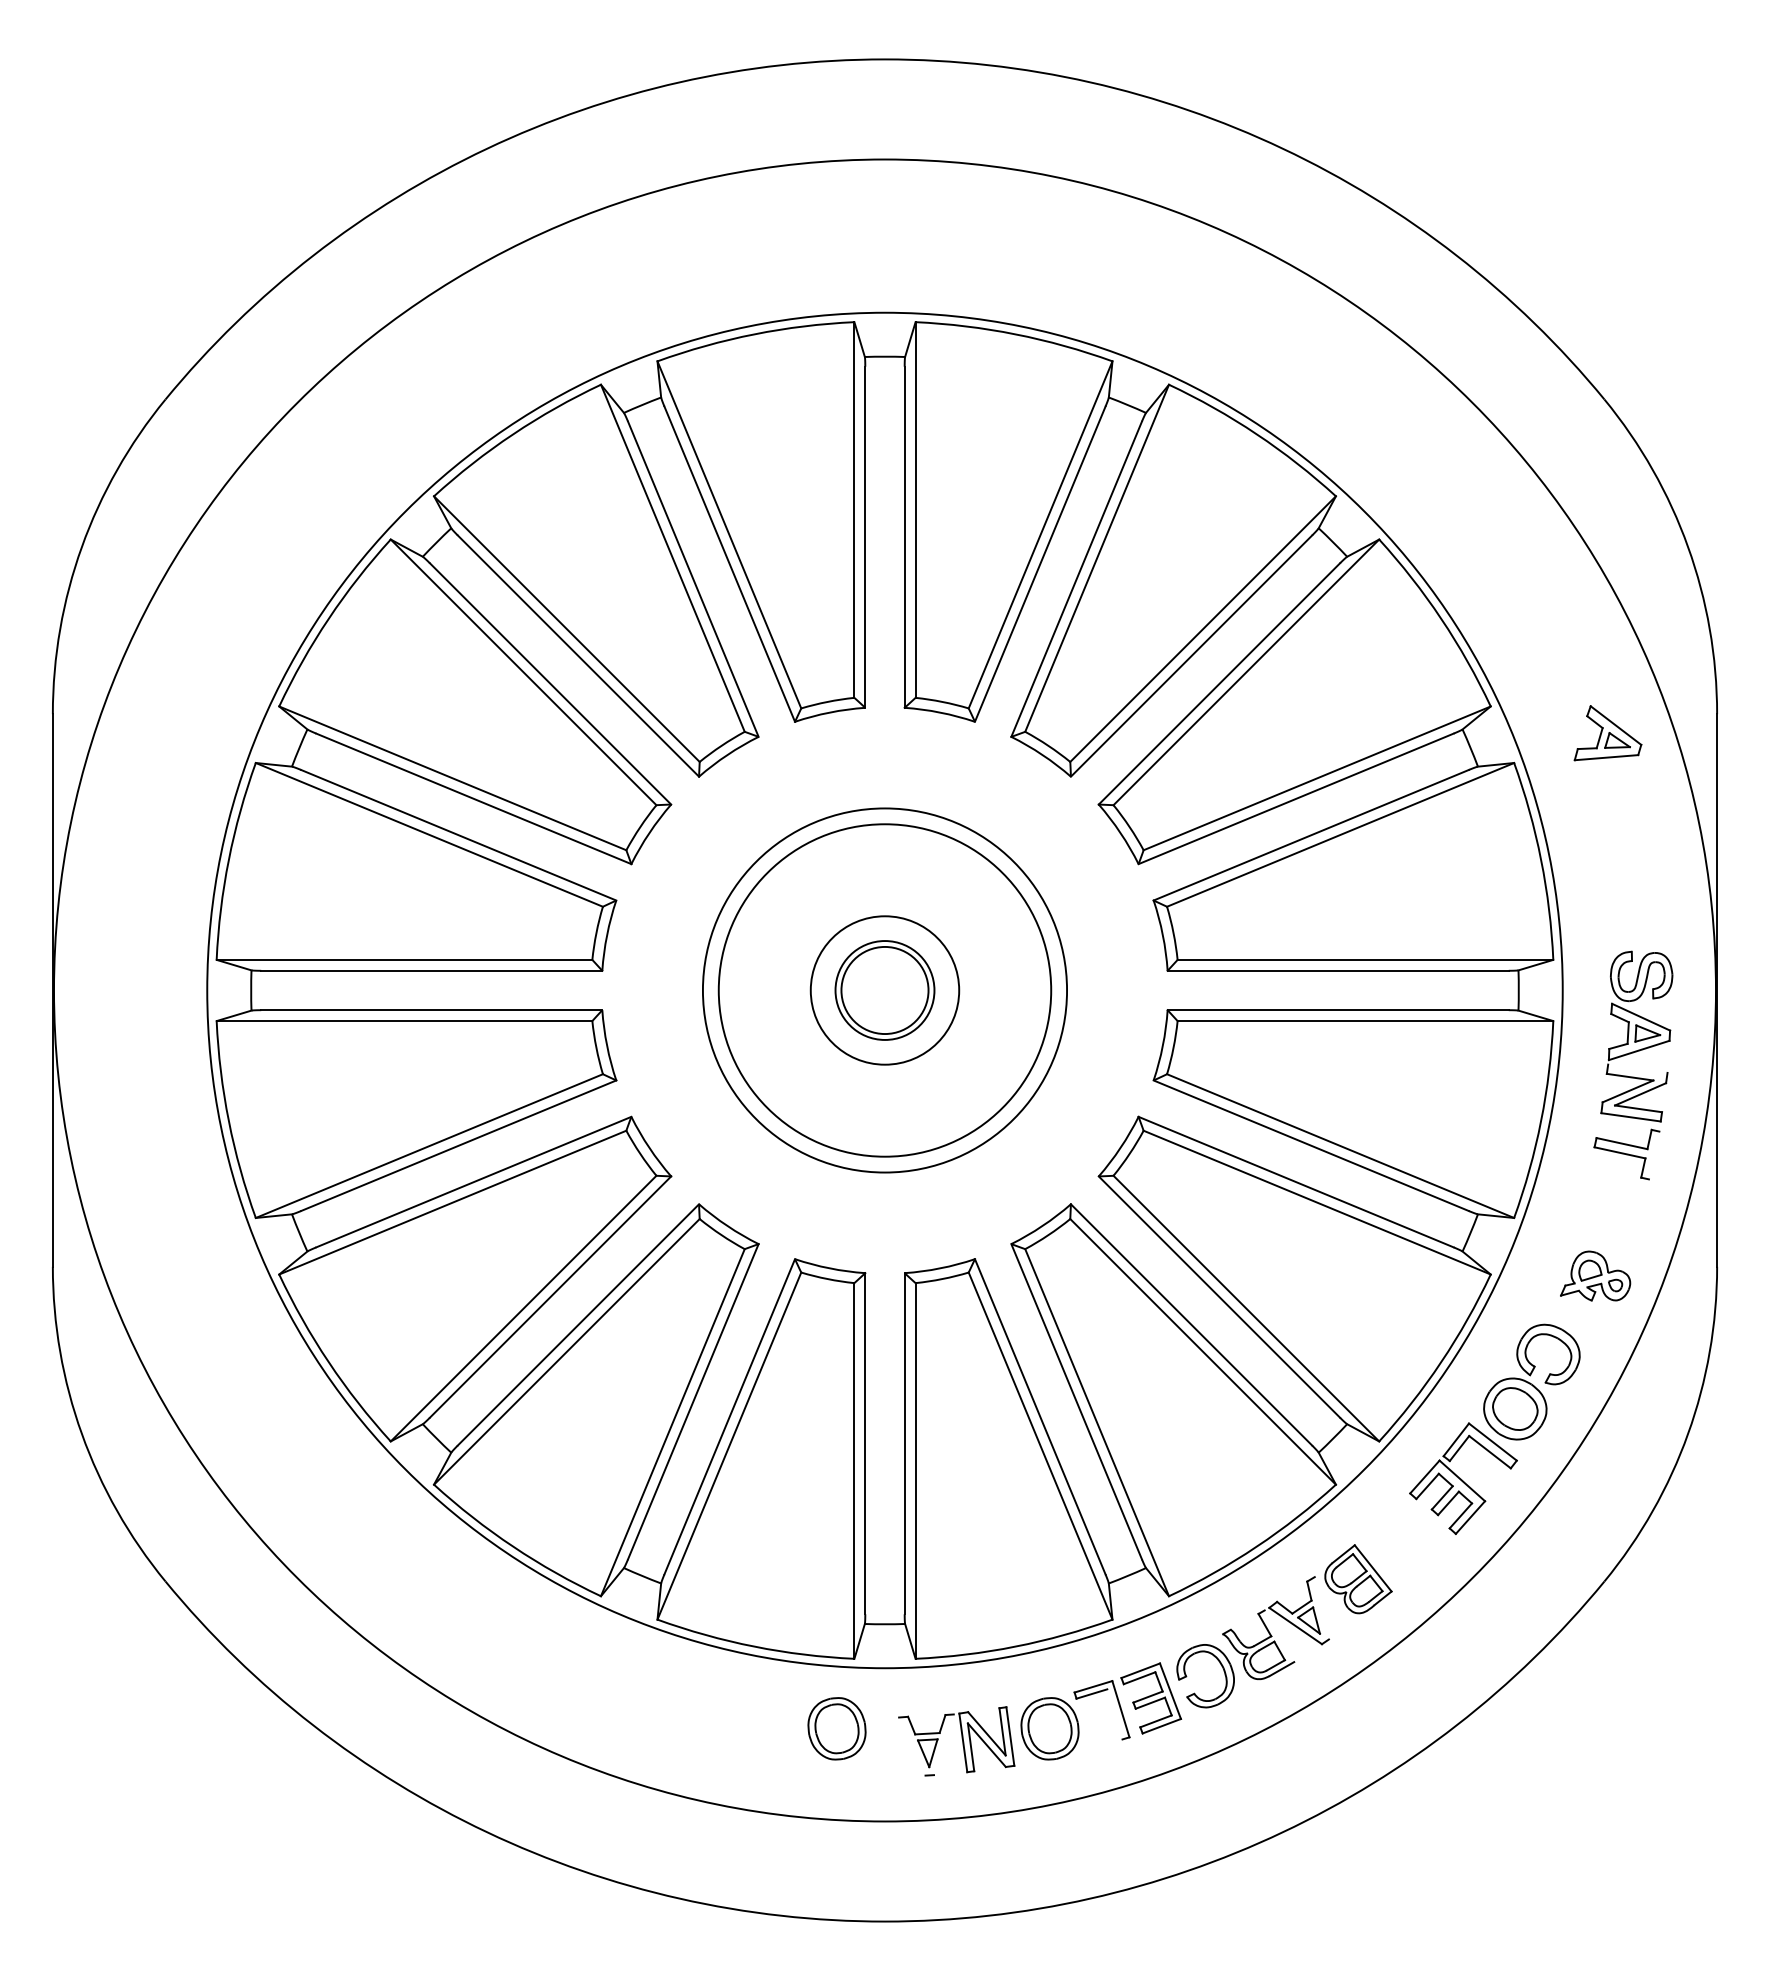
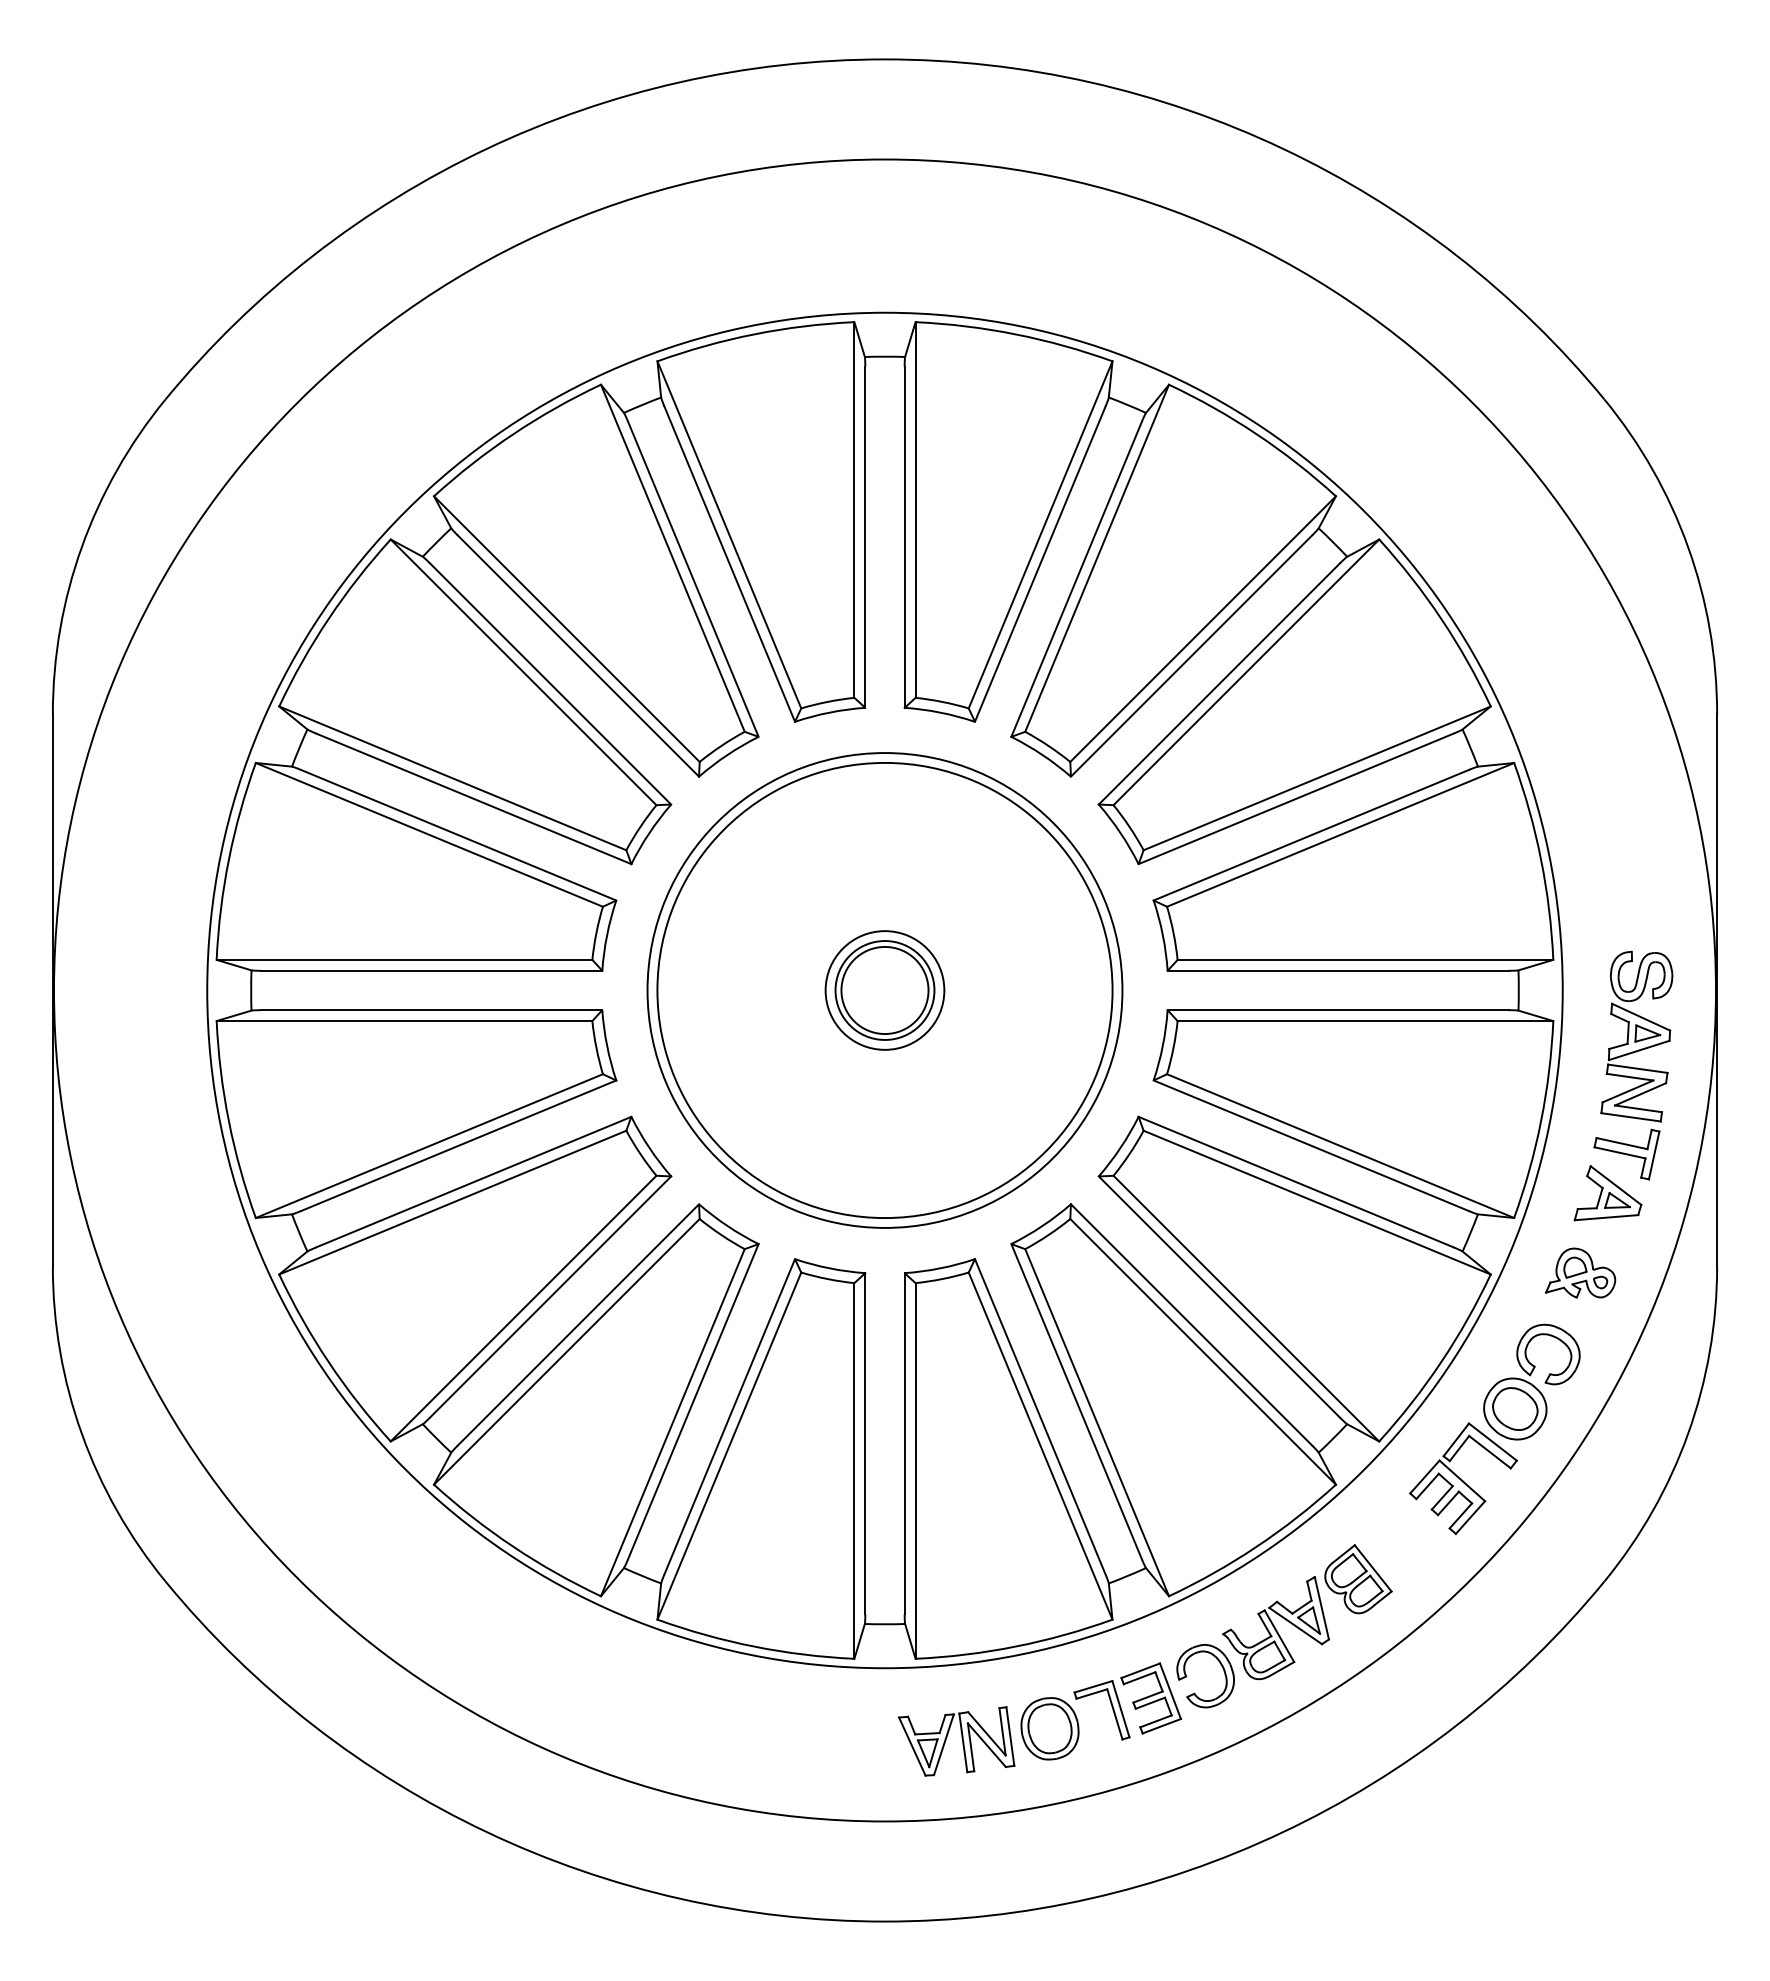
part at (1607, 733) position: (1607, 733) -> (1607, 1193)
circle at (884, 990) diameter: 148 px -> 119 px
circle at (884, 990) diameter: 332 px -> 475 px
circle at (884, 990) diameter: 364 px -> 455 px
line at (1637, 1068): none -> present
line at (1653, 1155): none -> present
part at (1595, 1275) position: (1595, 1275) -> (1580, 1272)
line at (1321, 1608): none -> present
line at (1279, 1636): none -> present
line at (1114, 1714): none -> present
part at (836, 1728): present -> none
line at (943, 1744): none -> present
line at (912, 1746): none -> present
